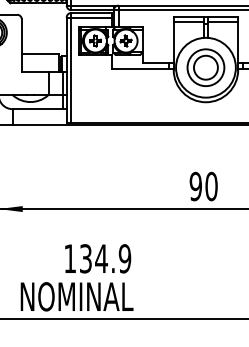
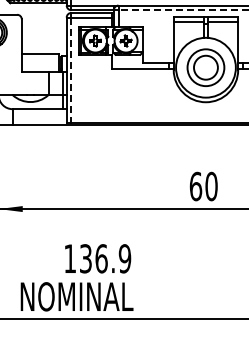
line at (183, 10): solid -> dashed
line at (71, 70): solid -> dashed
text at (195, 186): 90 -> 60
text at (101, 258): 134.9 -> 136.9
